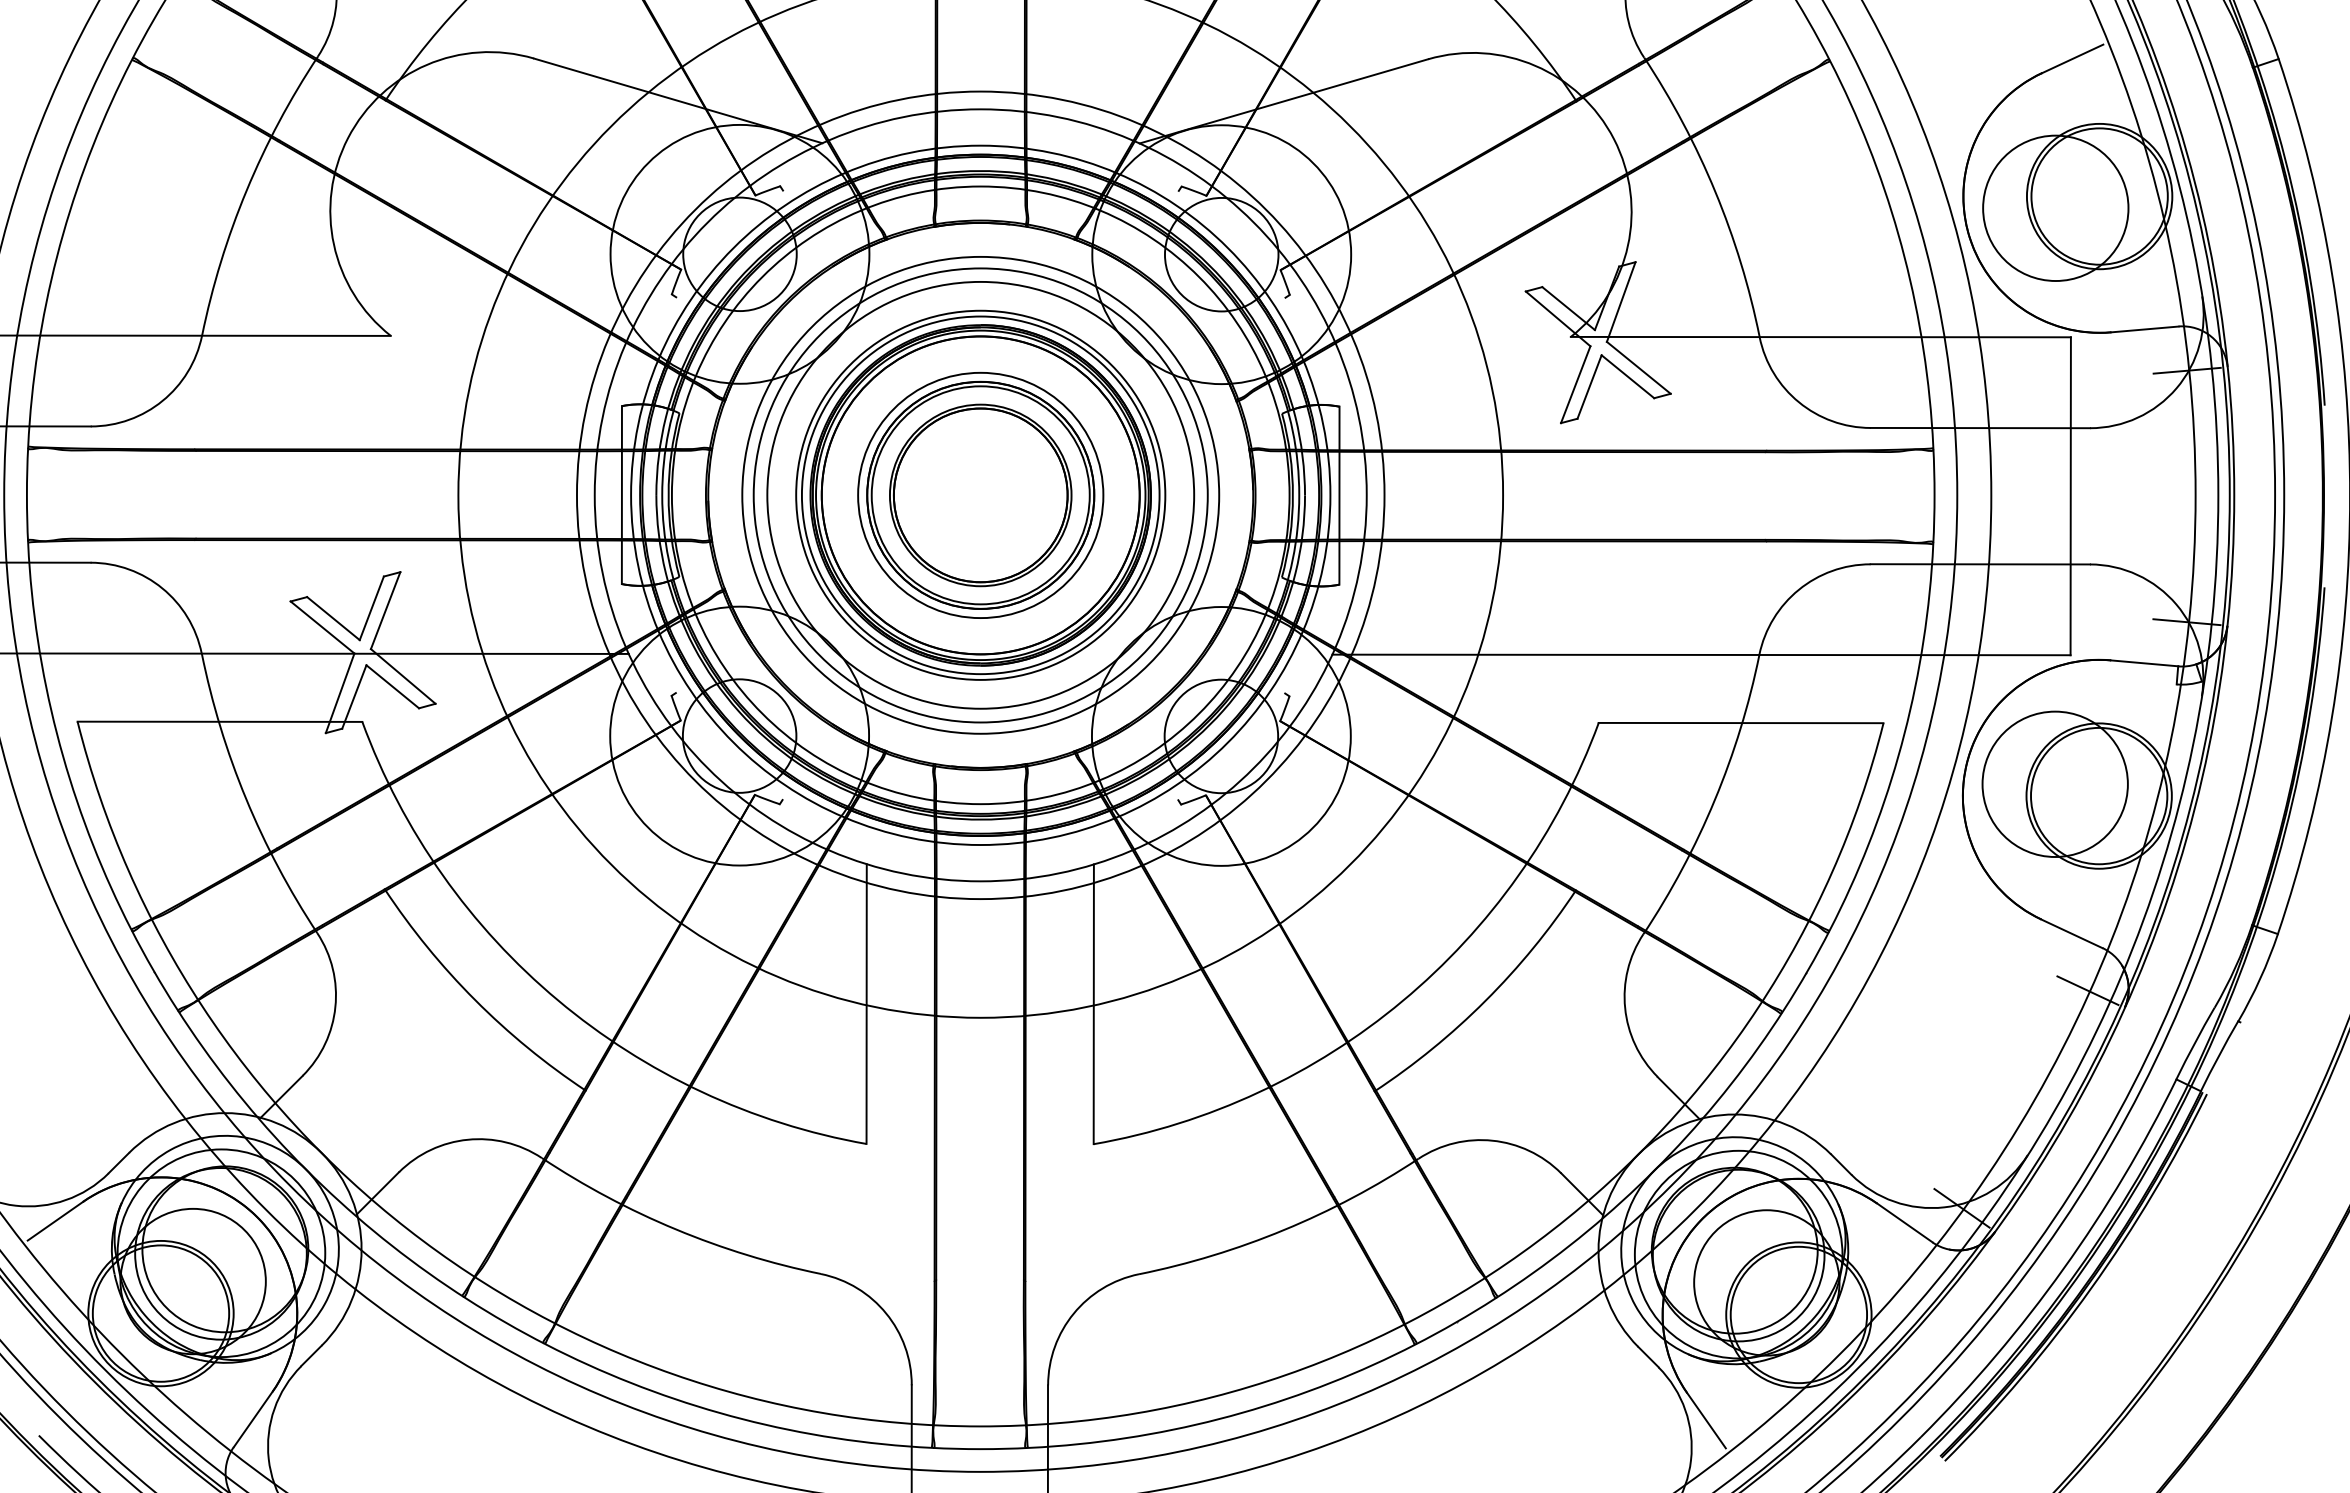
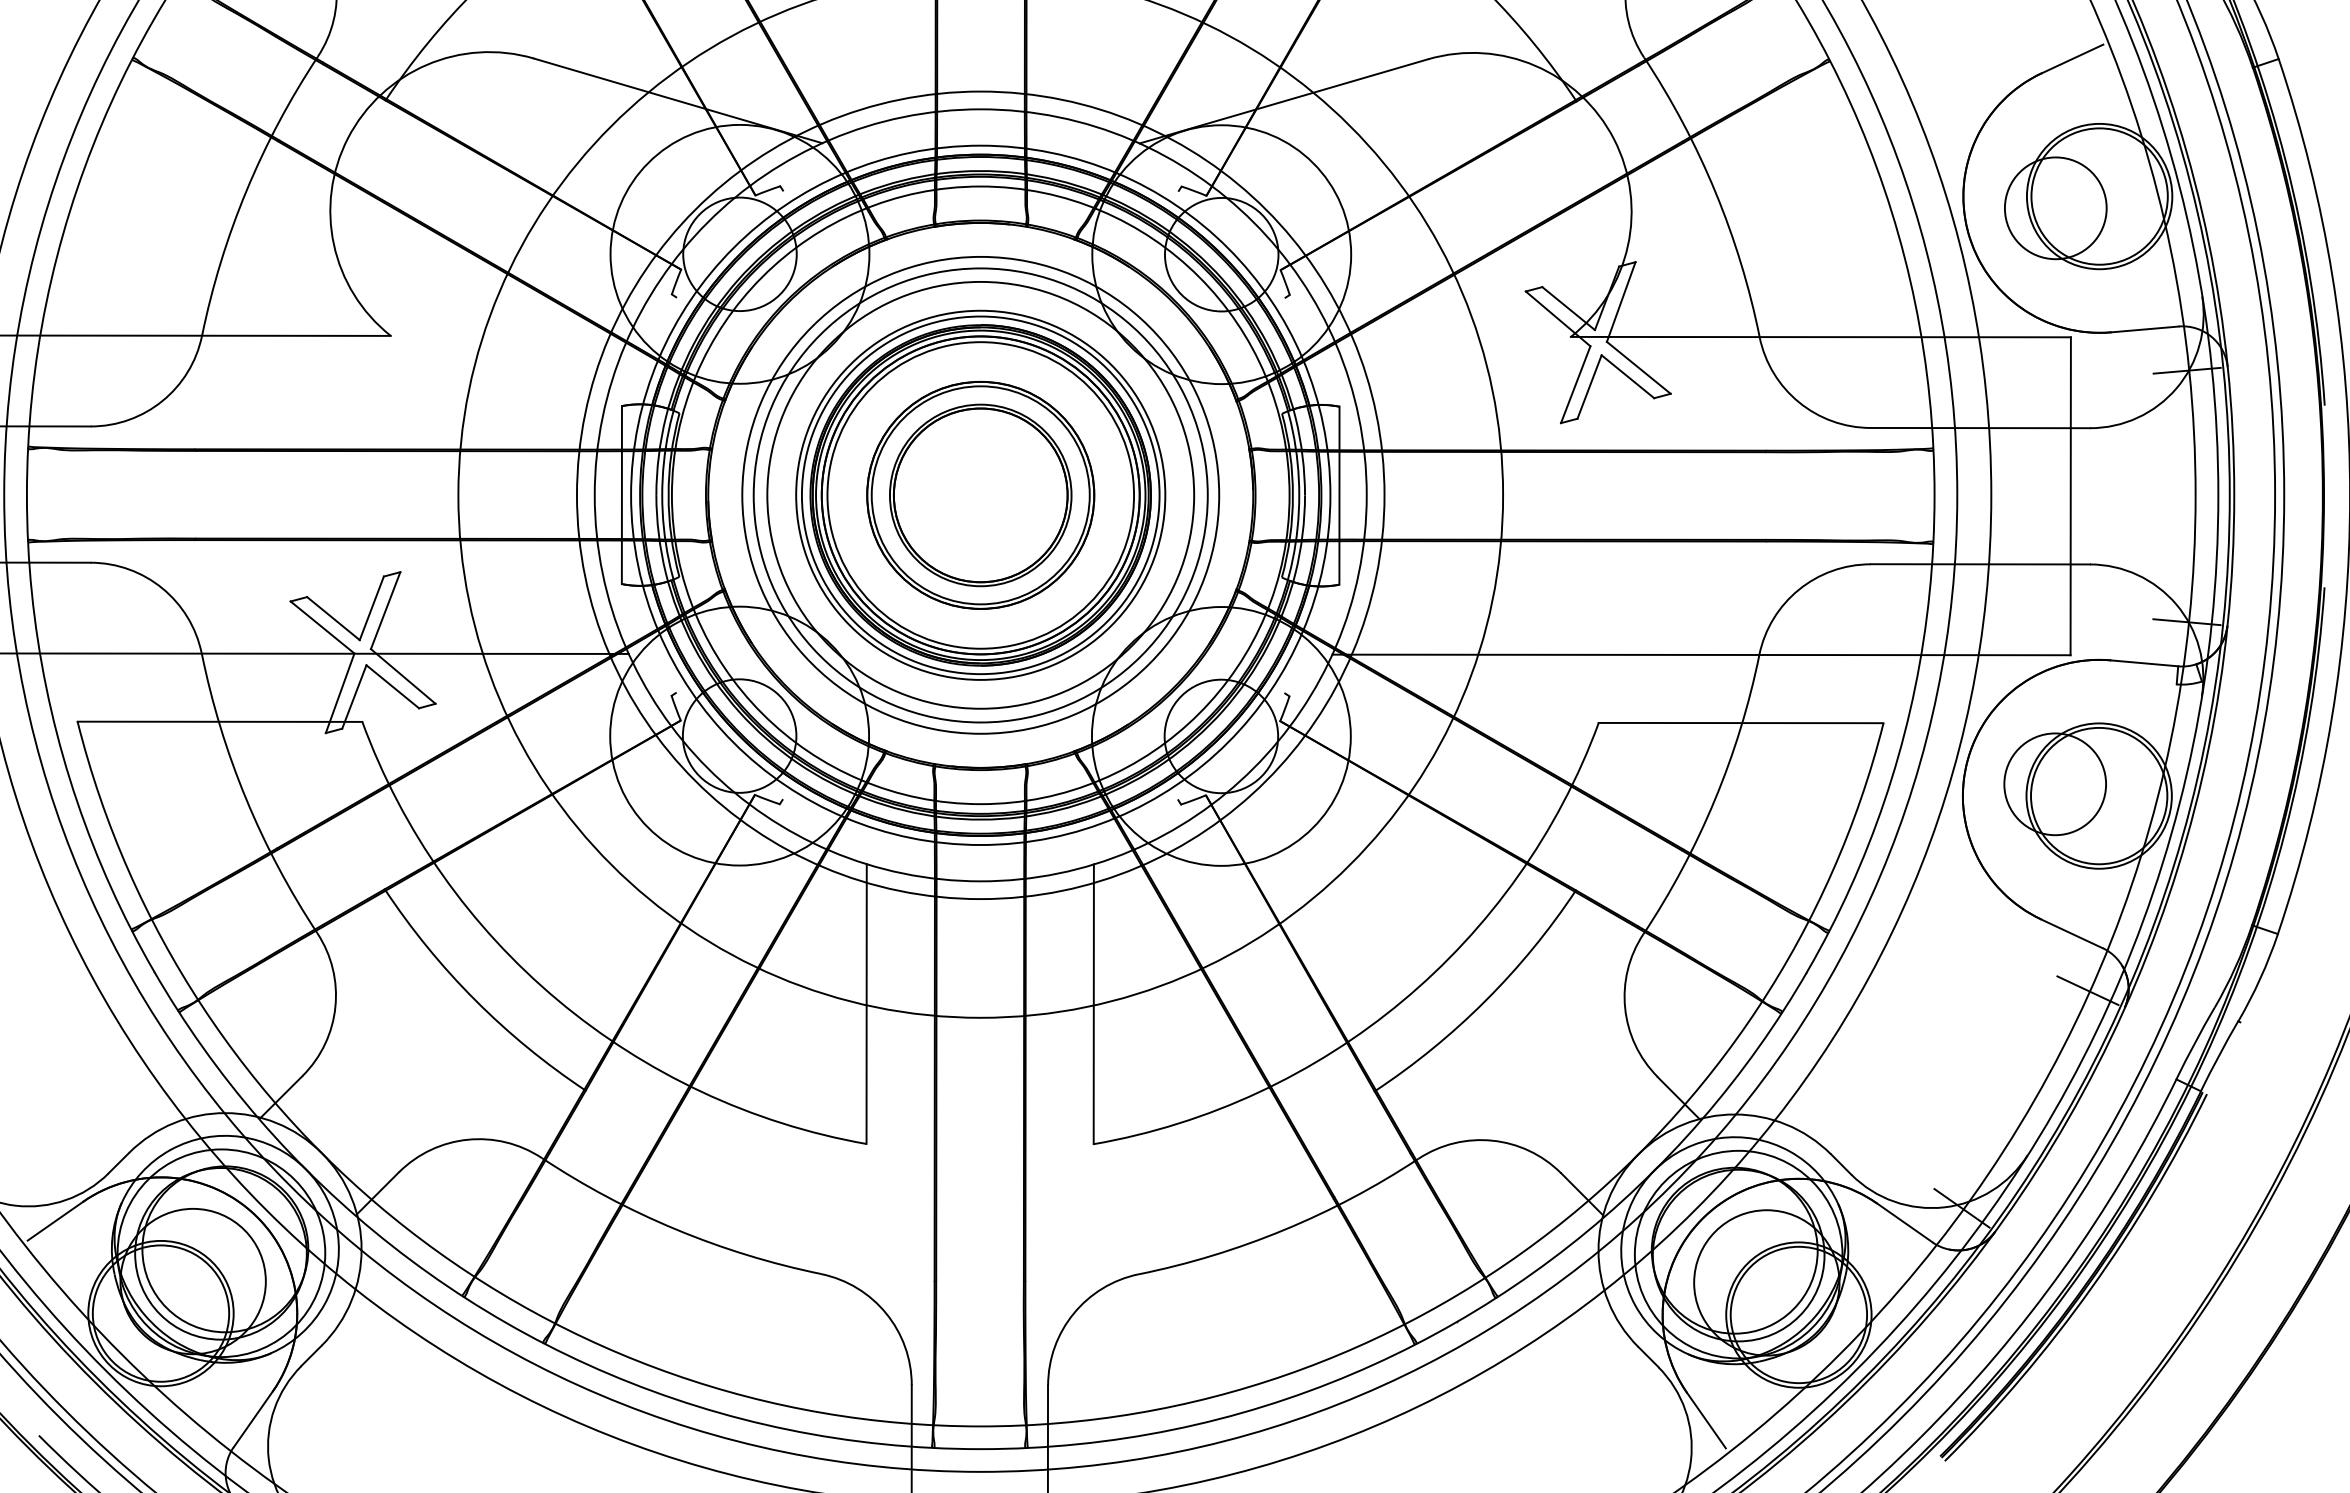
circle at (2055, 208) diameter: 145 px -> 102 px
circle at (980, 495) diameter: 245 px -> 307 px
circle at (2054, 784) diameter: 145 px -> 102 px
